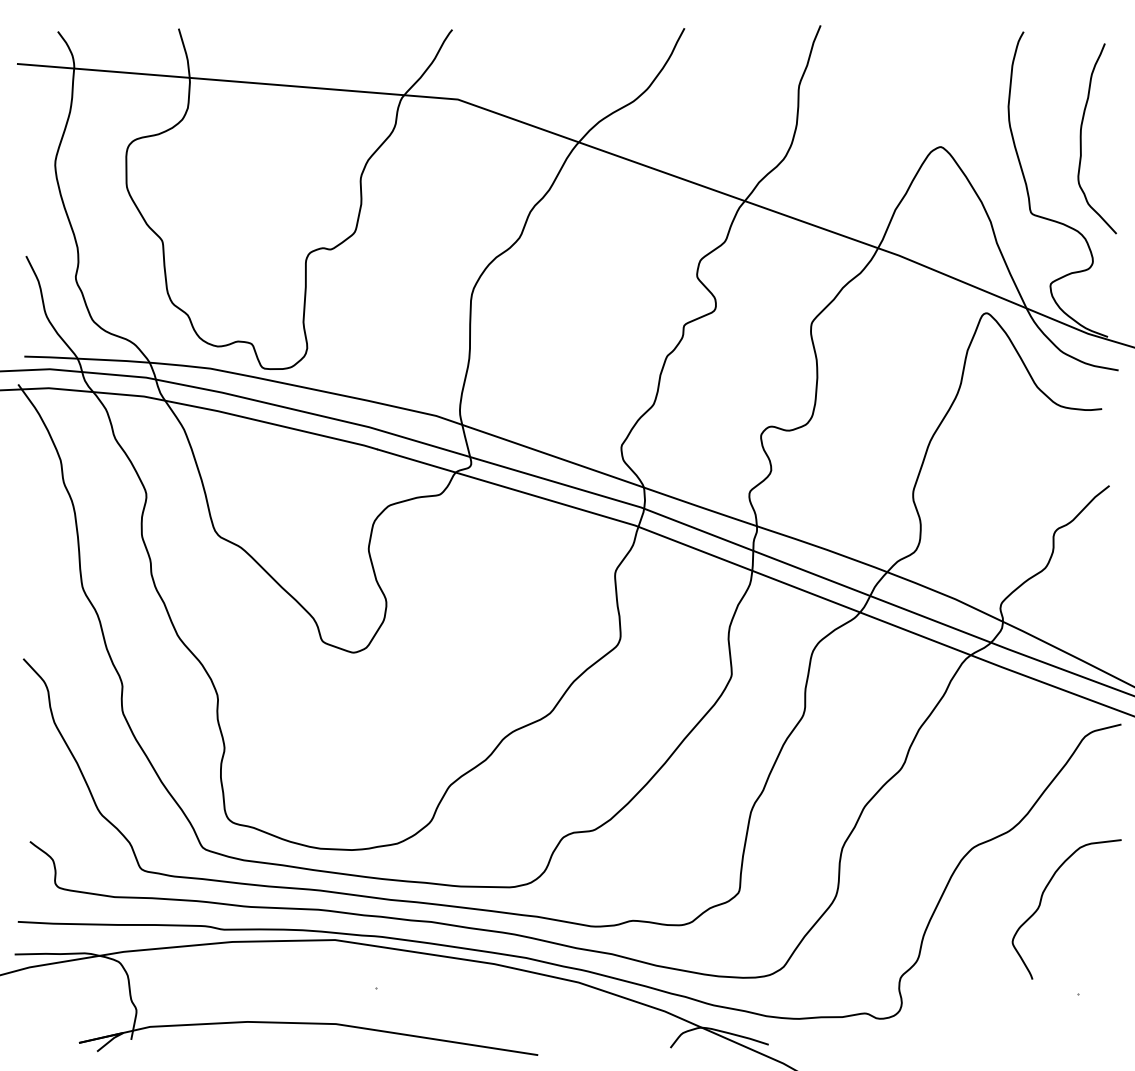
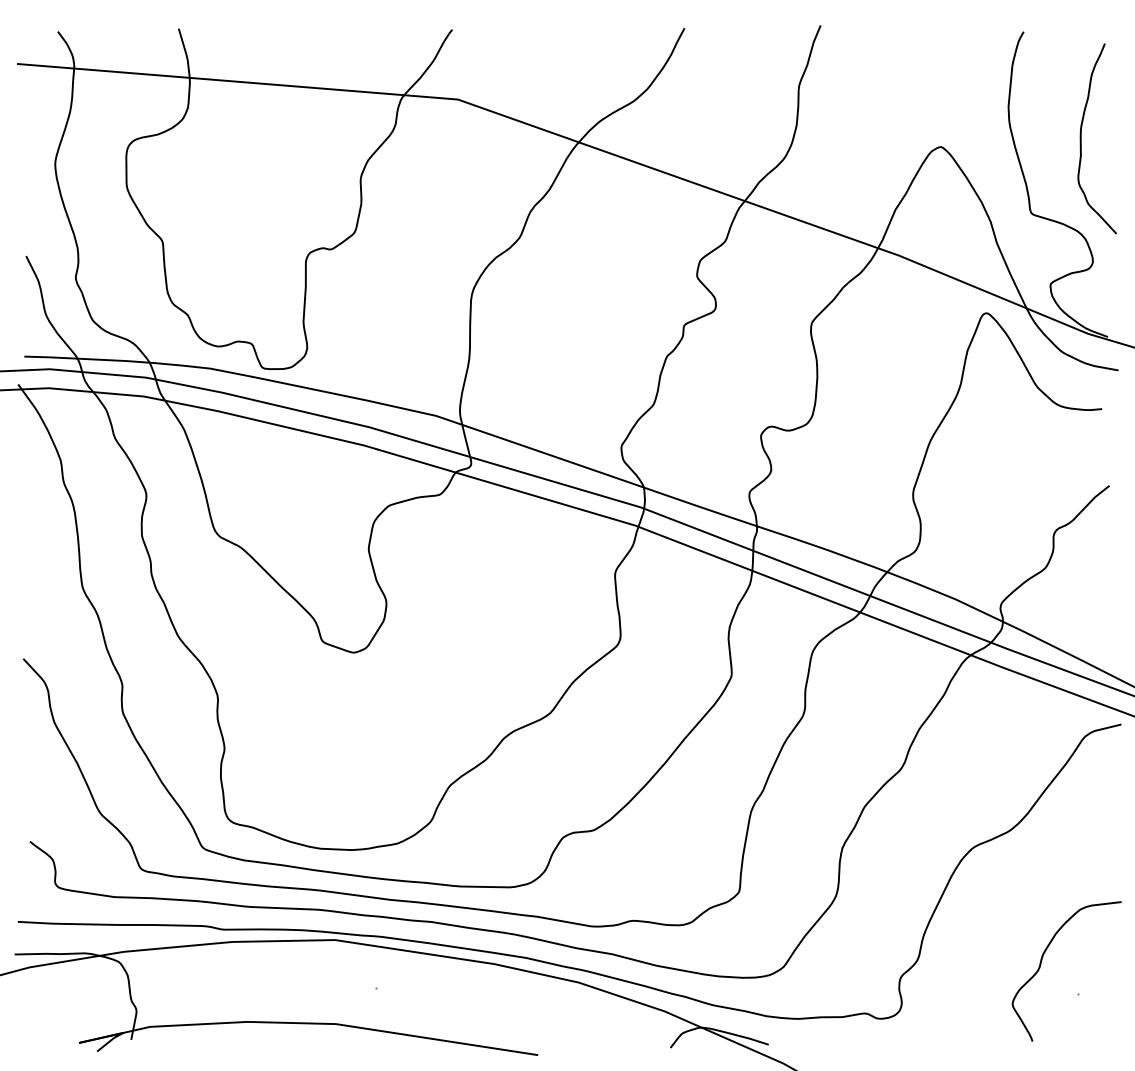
curve at (1041, 902) position: (1041, 902) -> (1041, 964)
